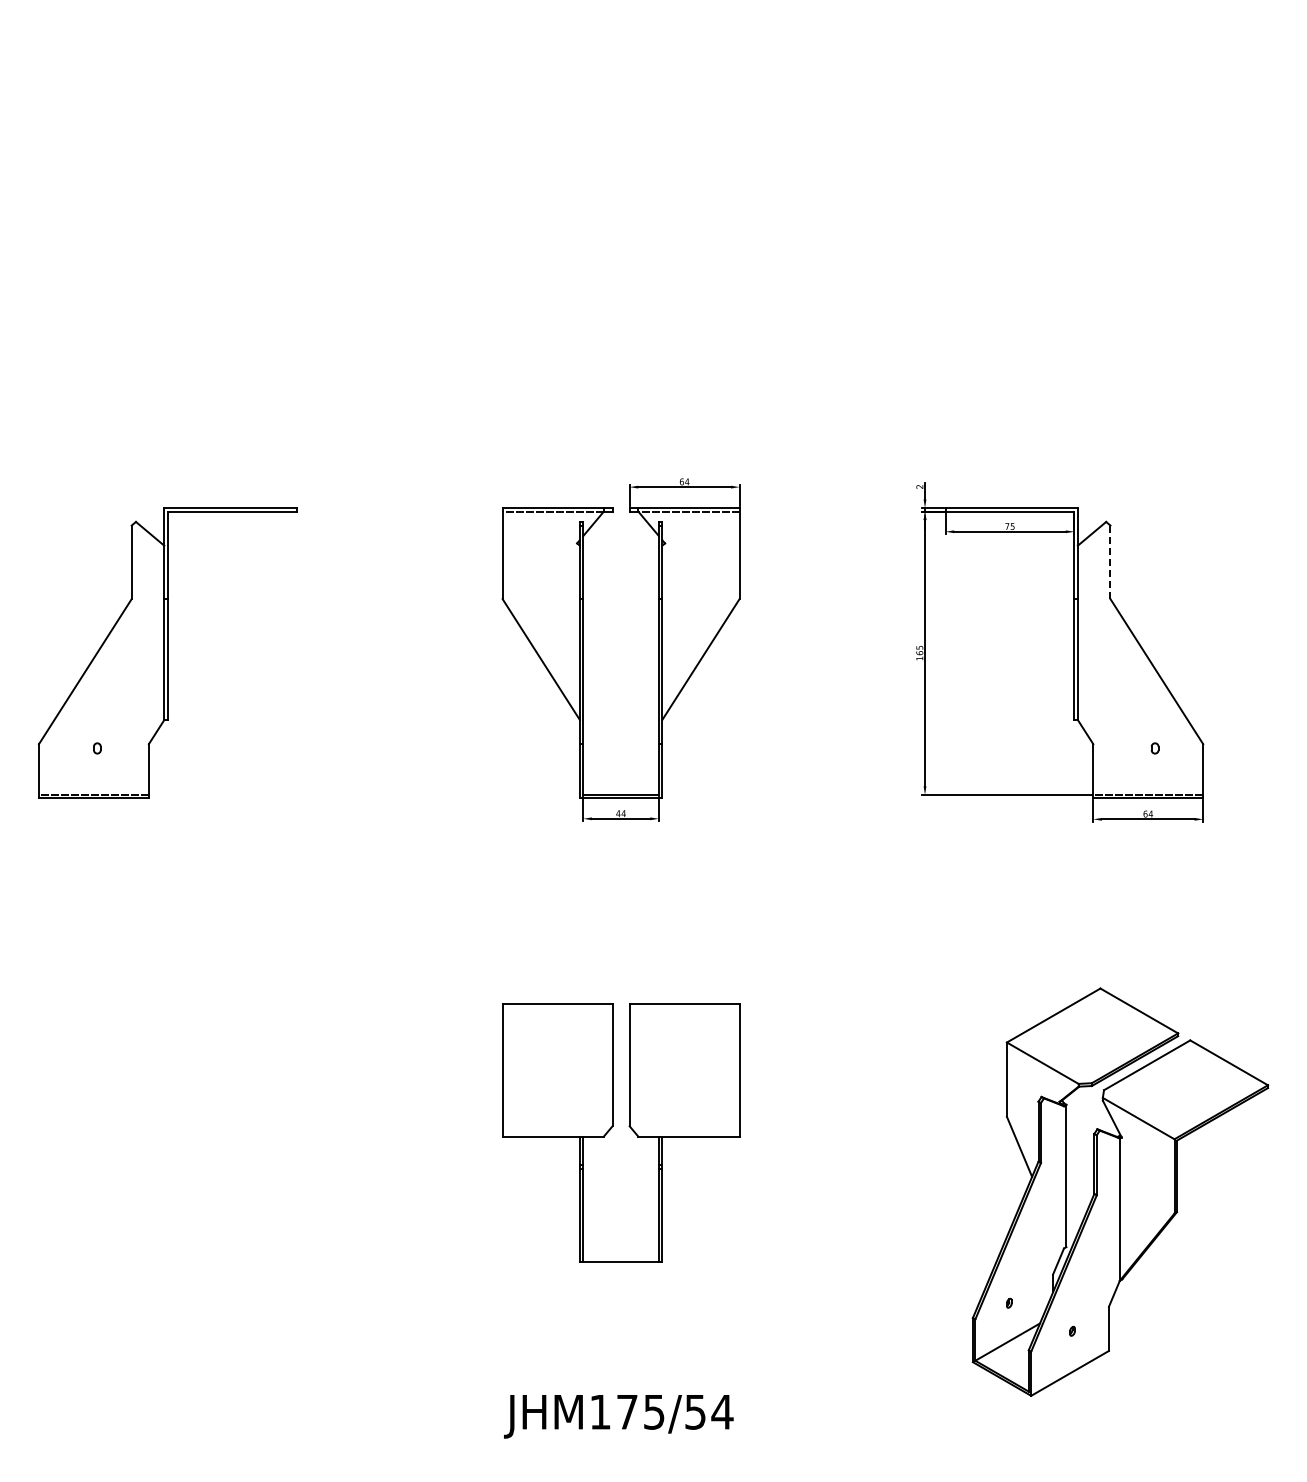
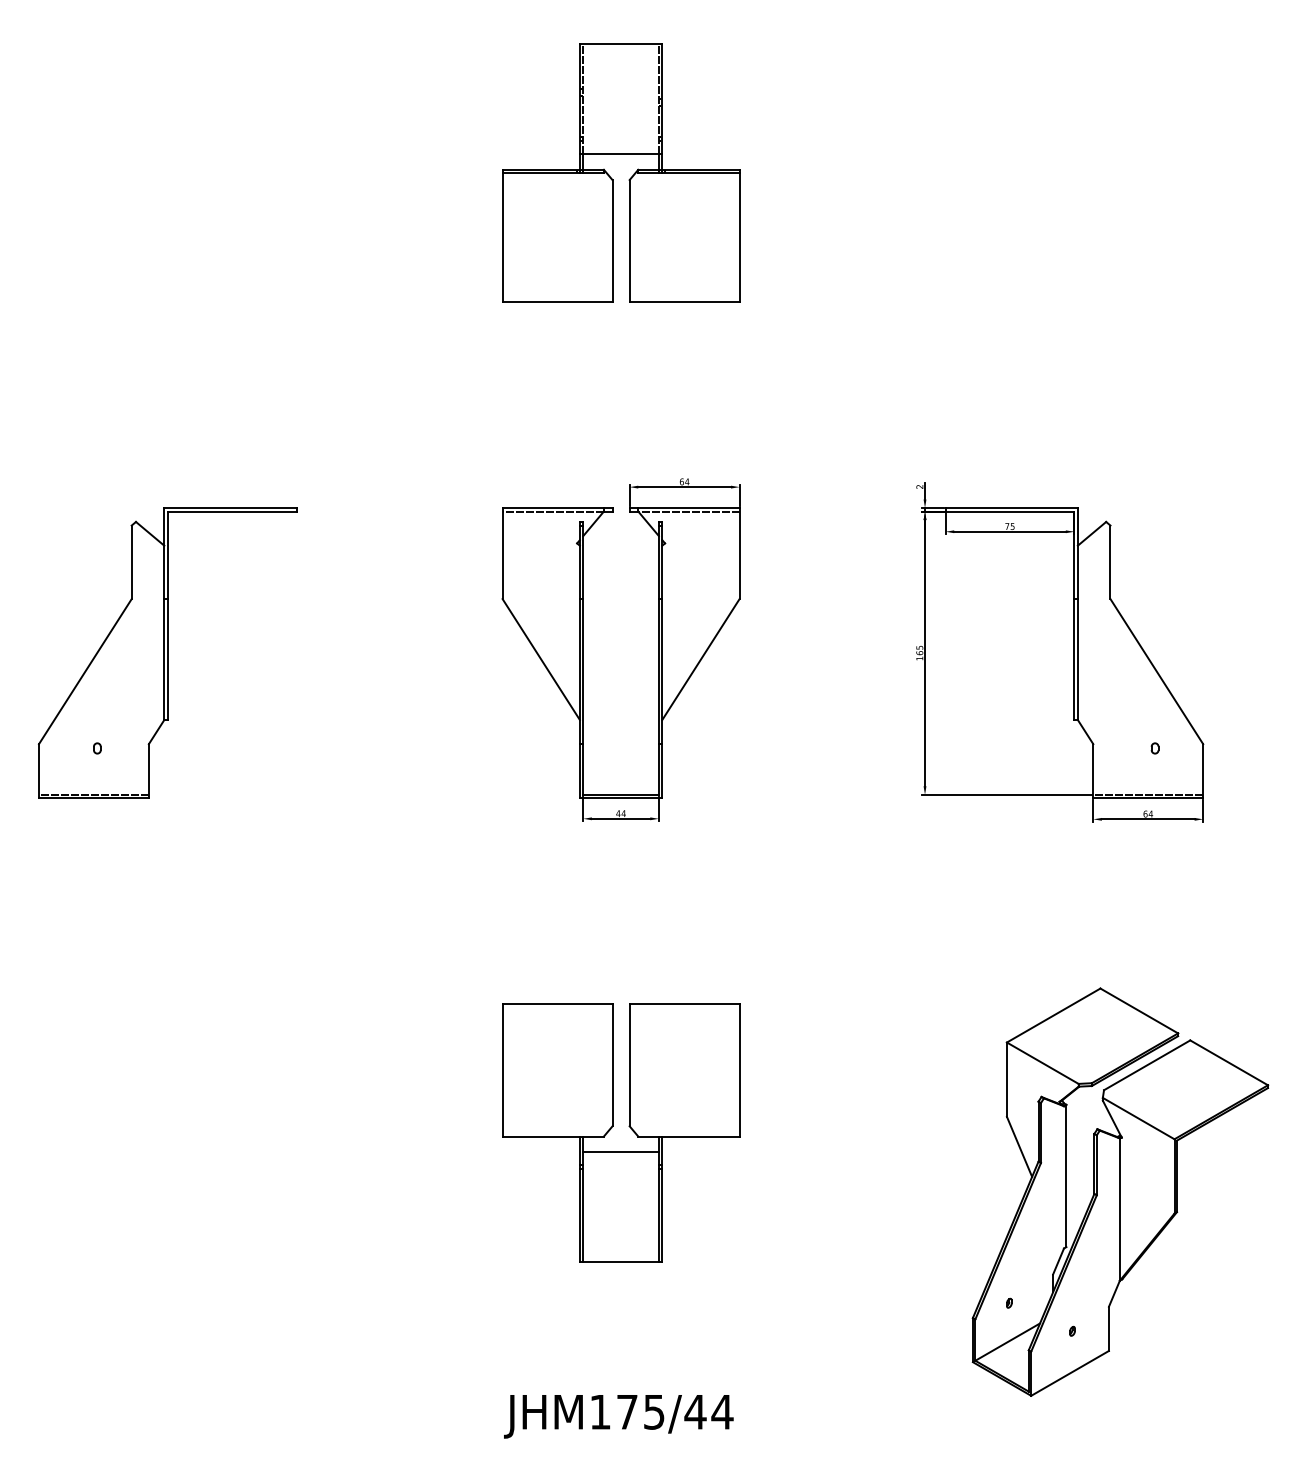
part at (628, 179): none -> present
line at (1110, 562): dashed -> solid
line at (620, 1151): none -> present
text at (695, 1412): JHM175/54 -> JHM175/44
